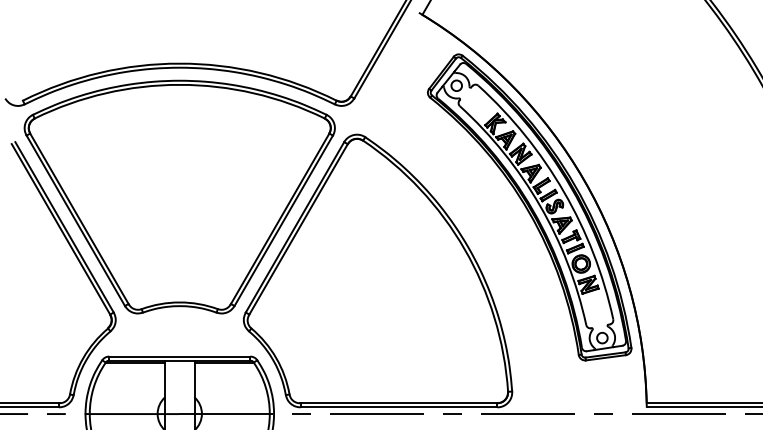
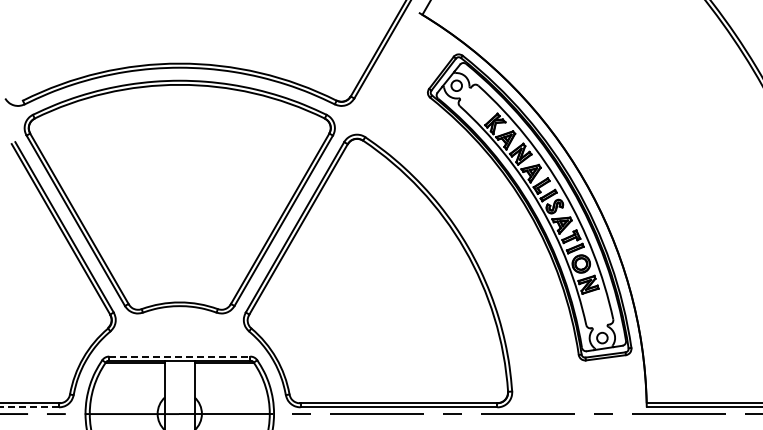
line at (180, 356): solid -> dashed
line at (29, 407): solid -> dashed
